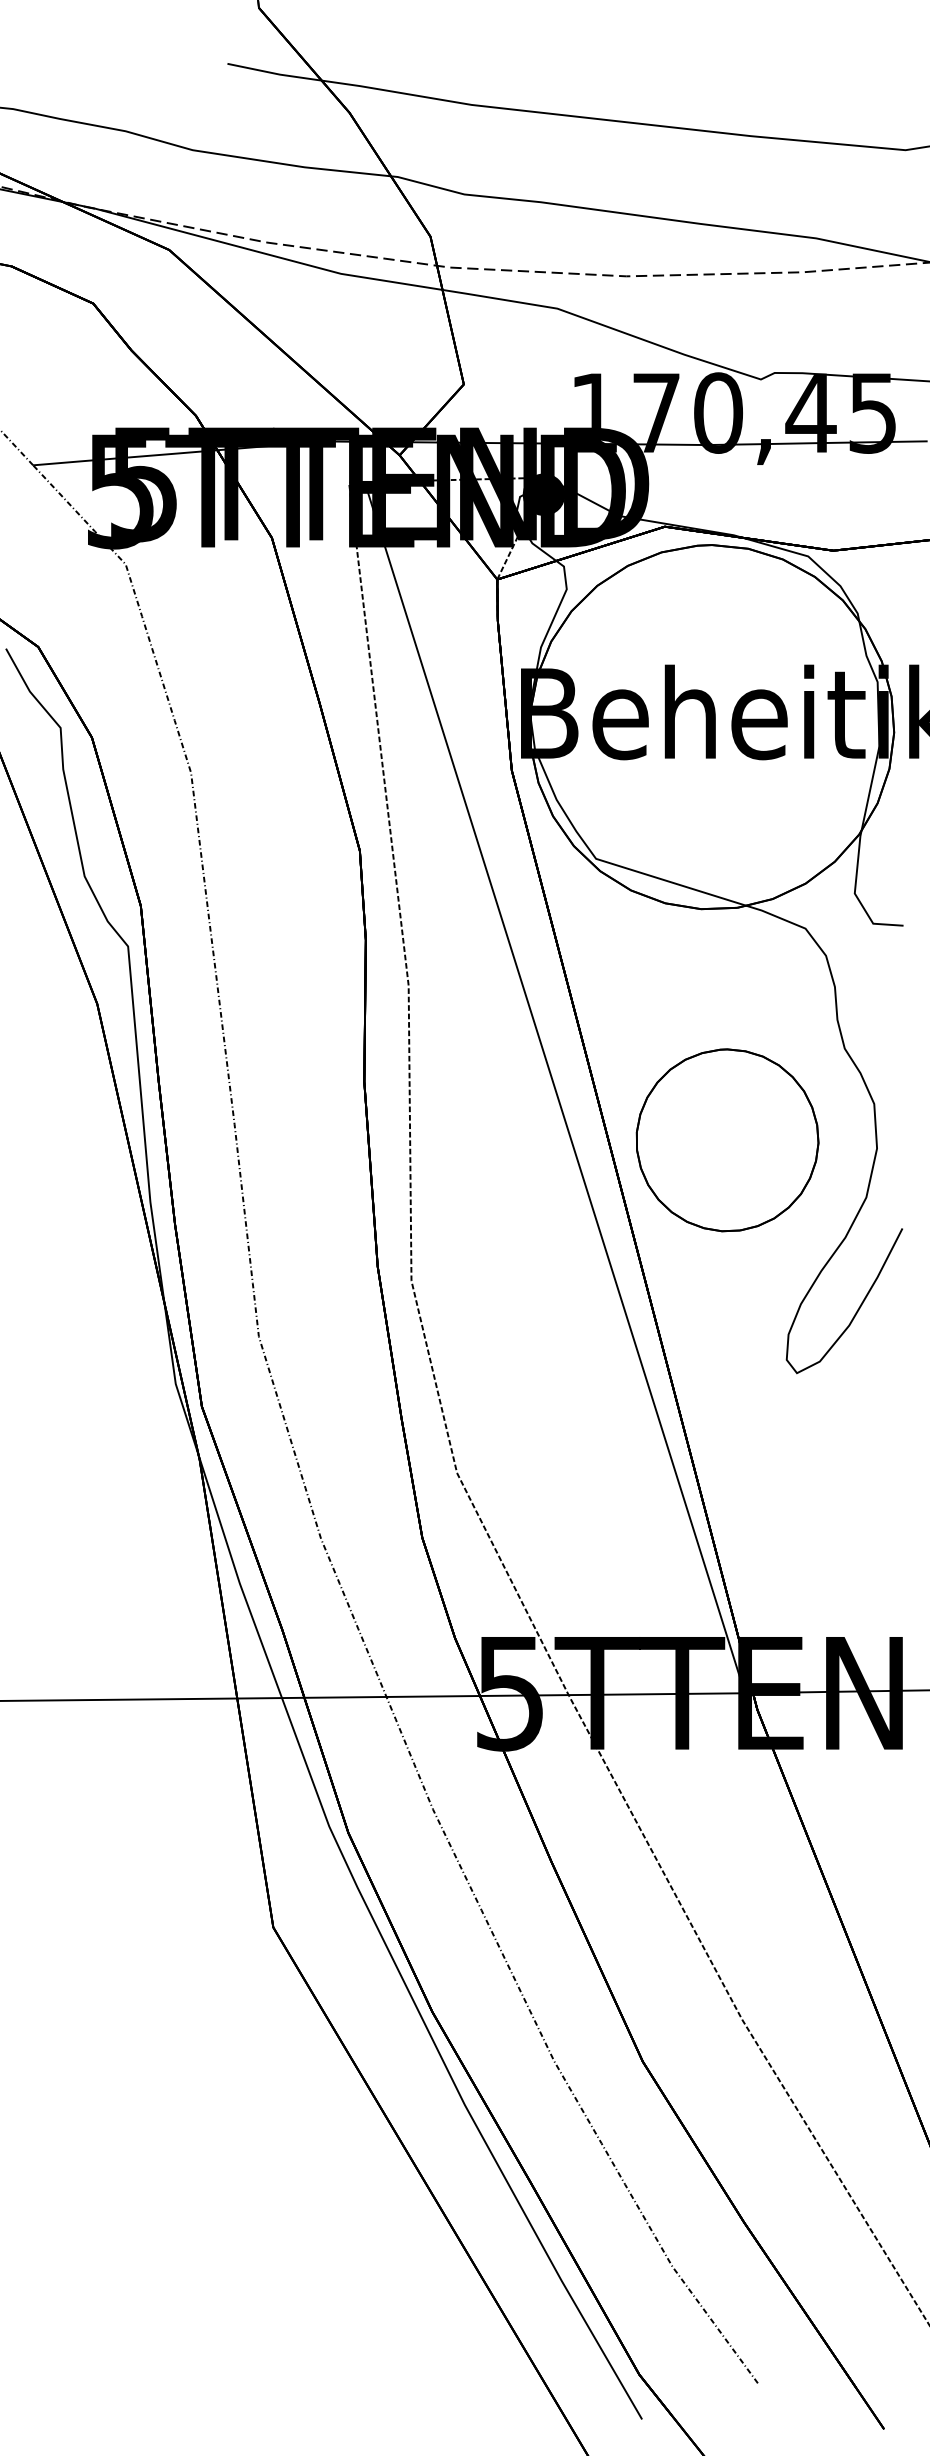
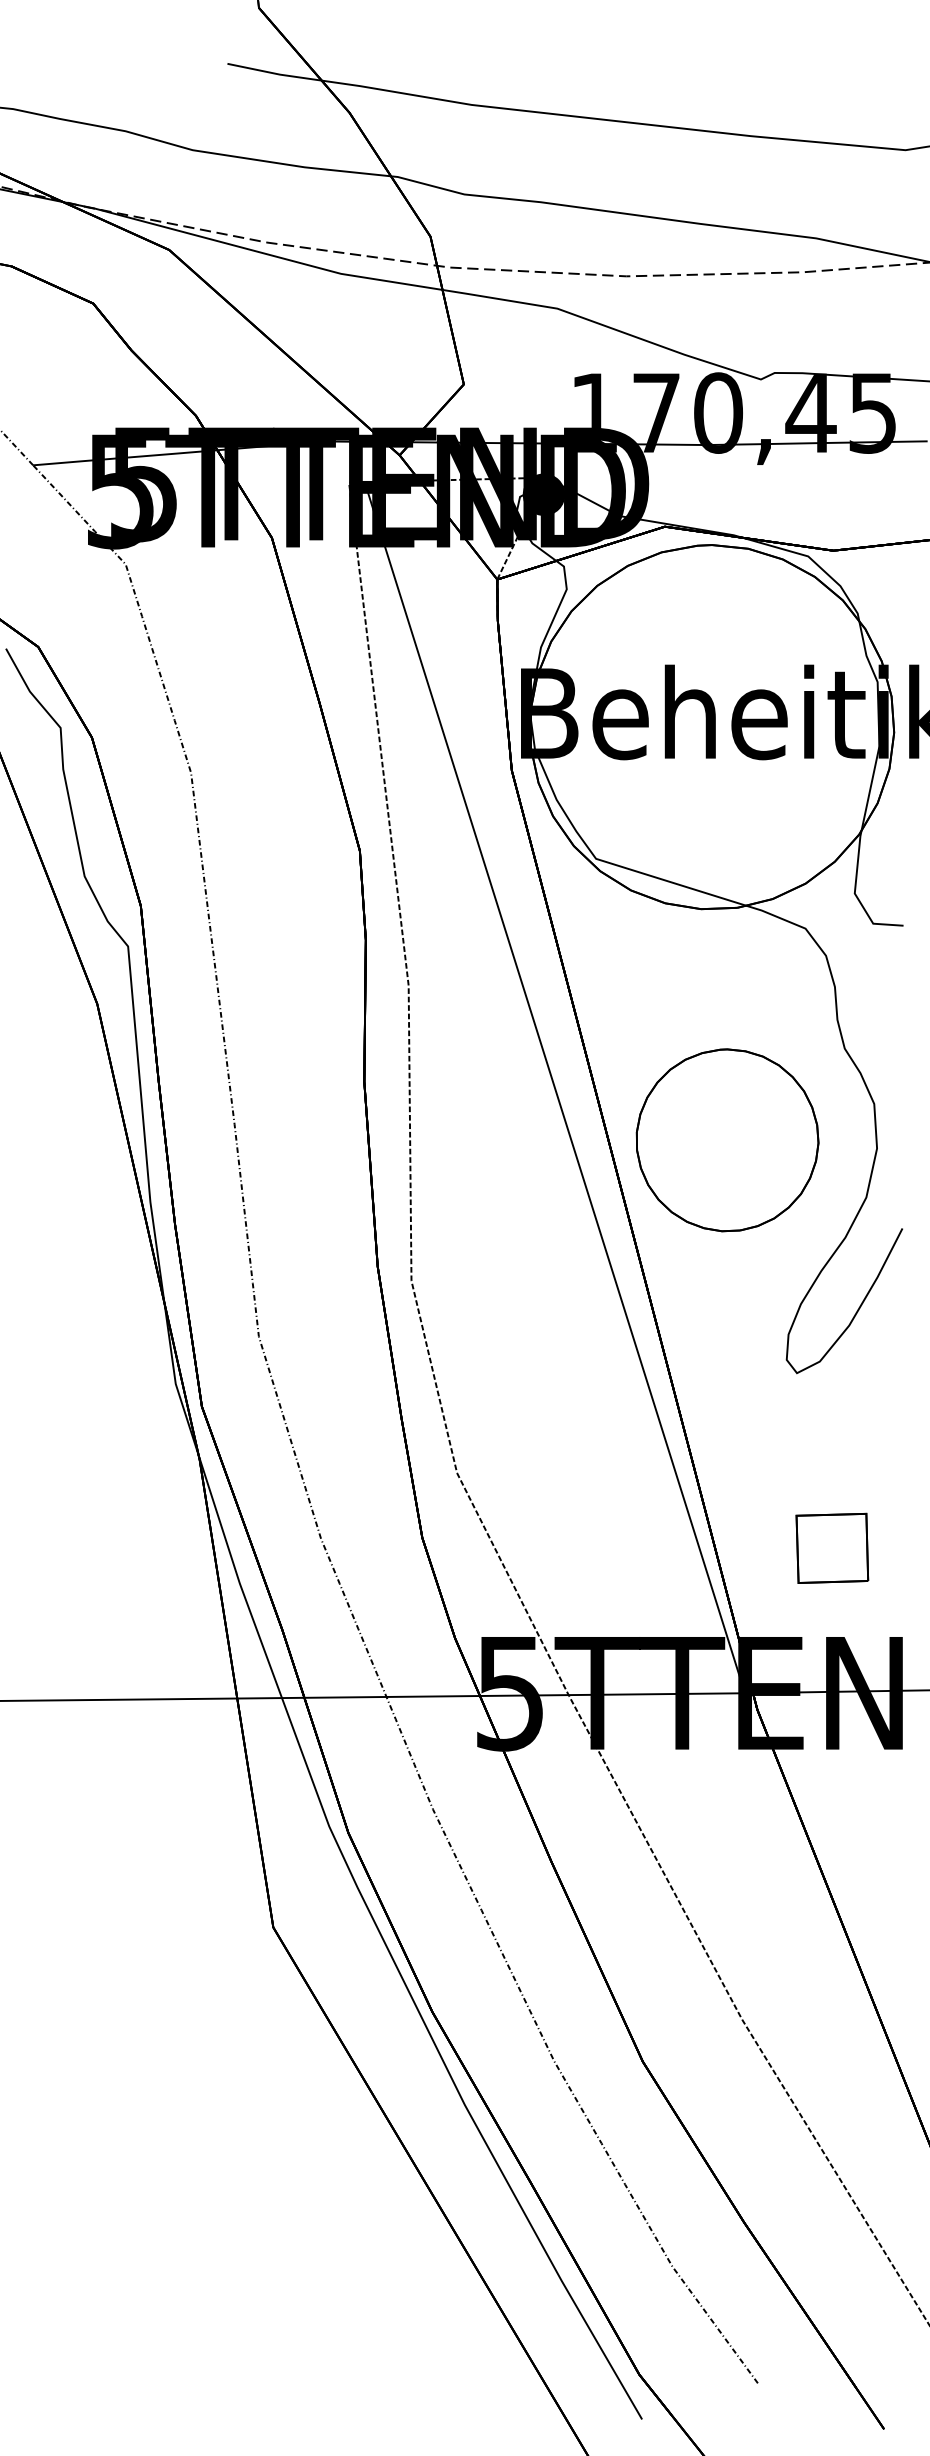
part at (832, 1547): none -> present
